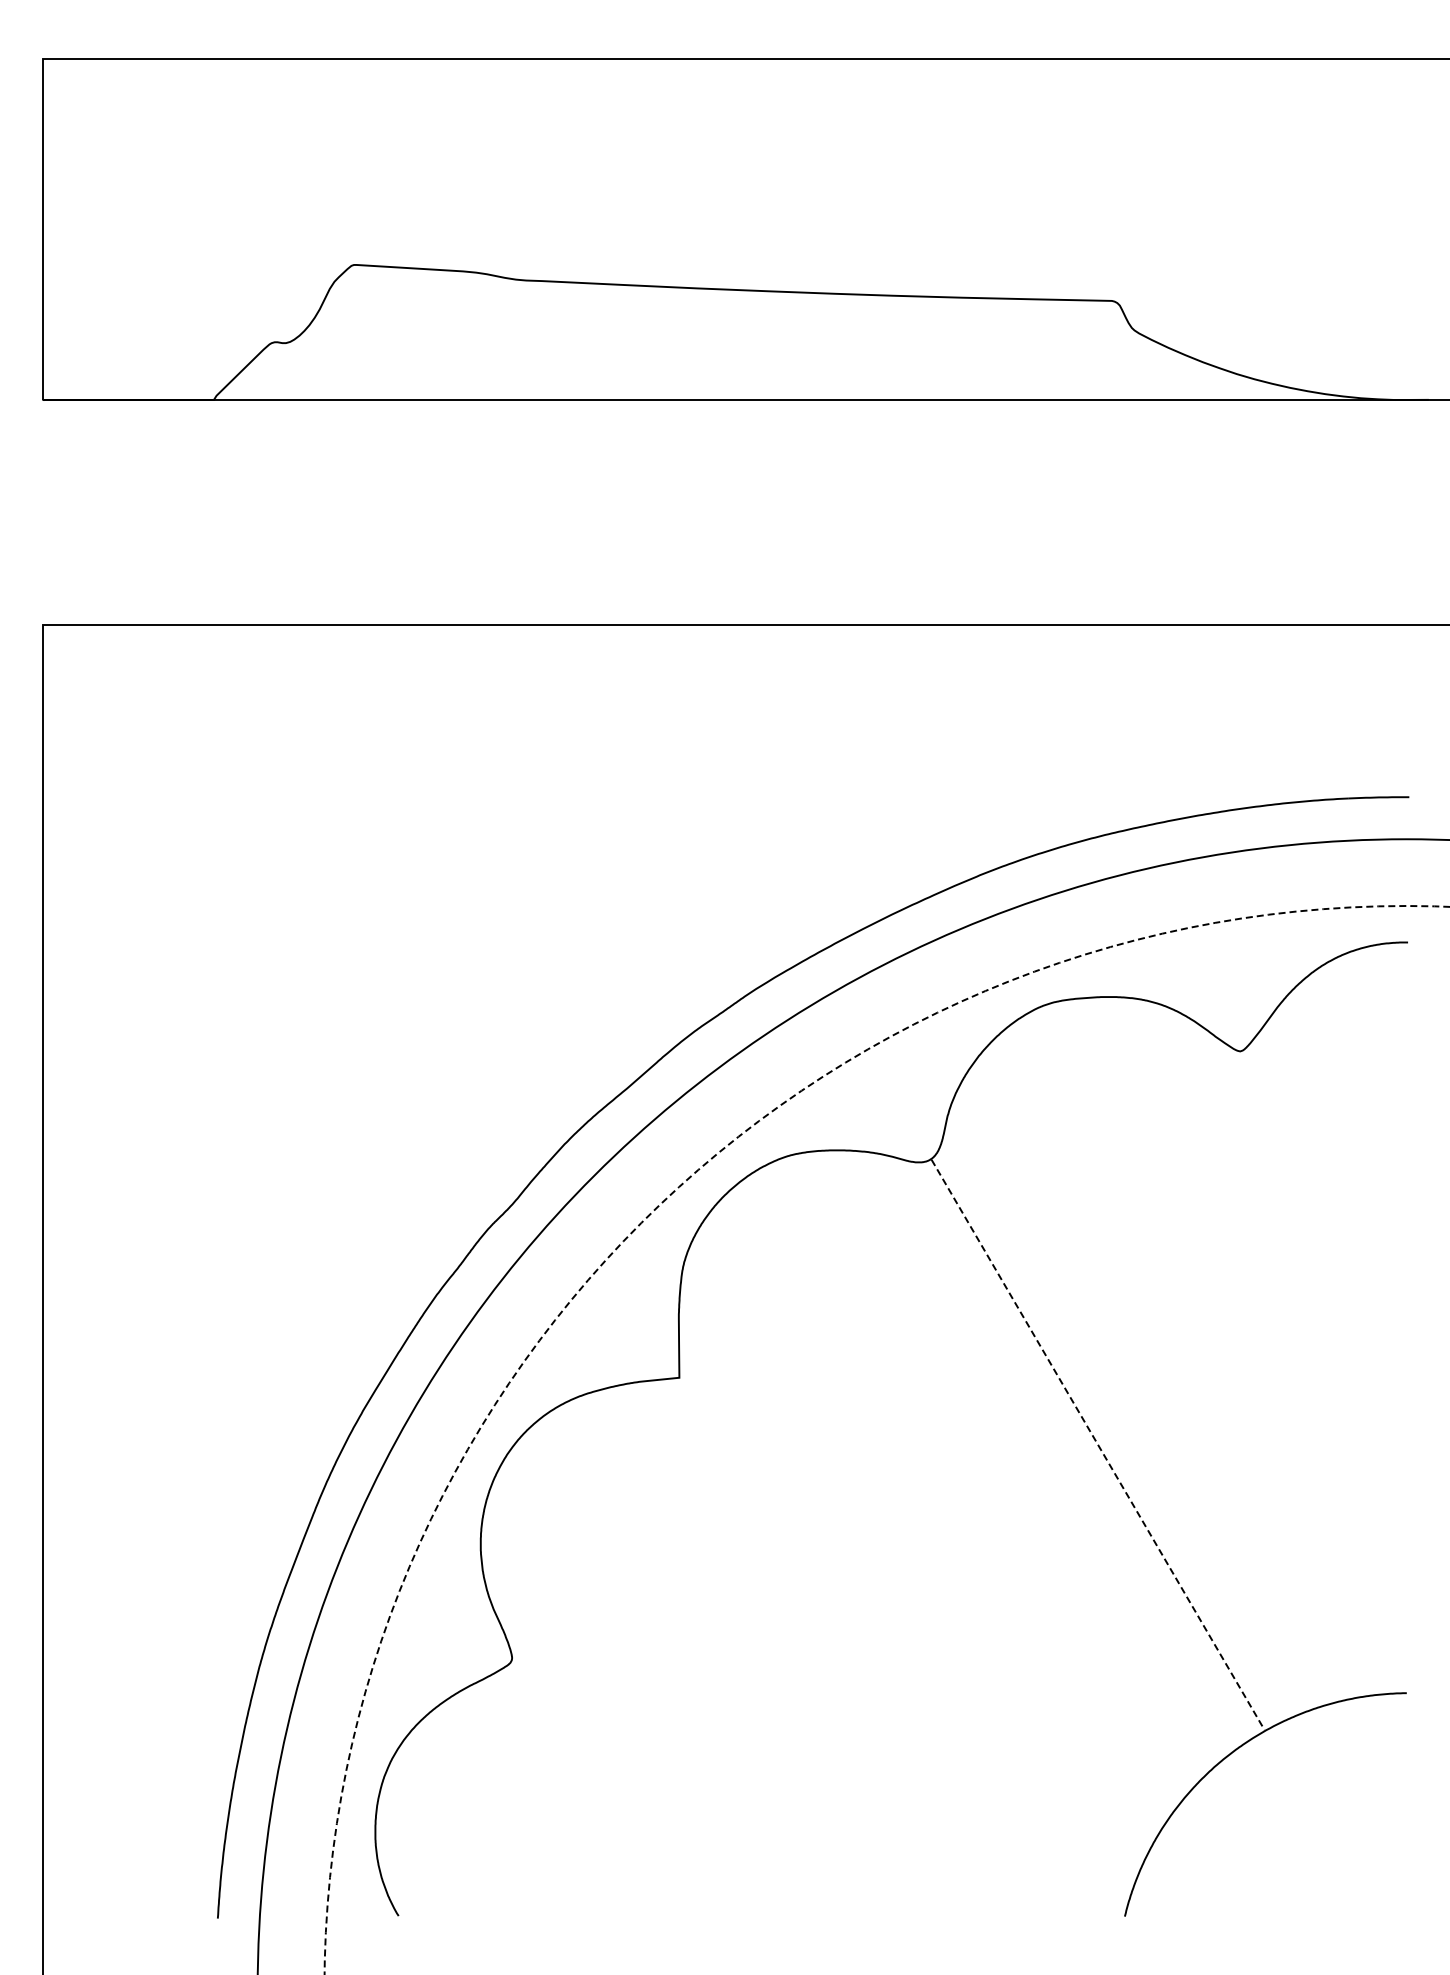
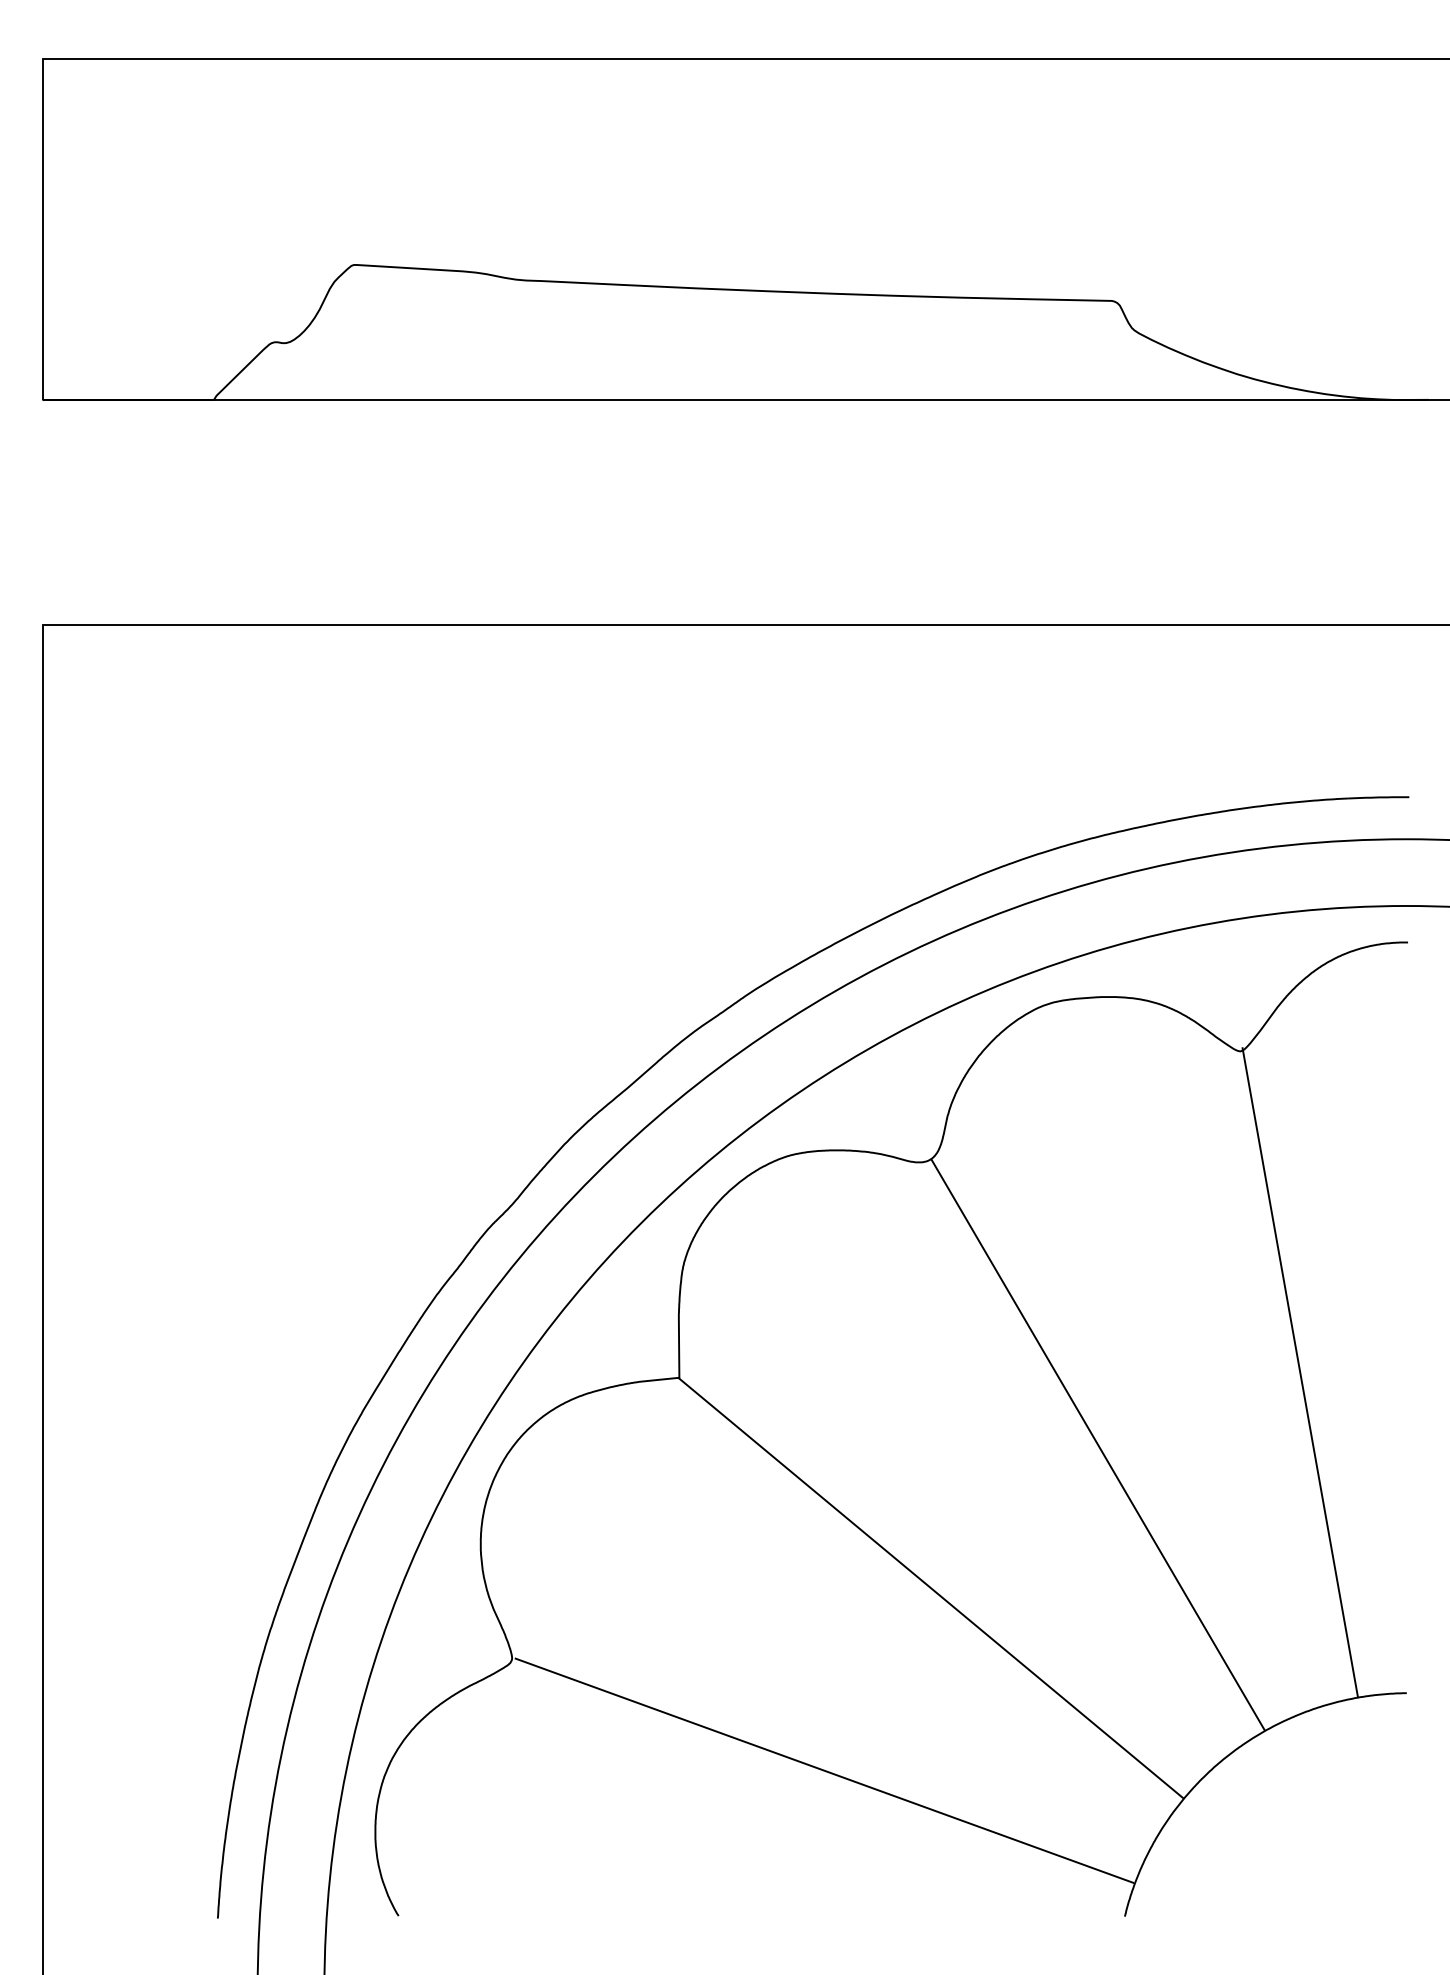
line at (1299, 1372): none -> present
circle at (886, 1439): dashed -> solid
line at (1098, 1445): dashed -> solid
line at (930, 1587): none -> present
line at (824, 1770): none -> present
